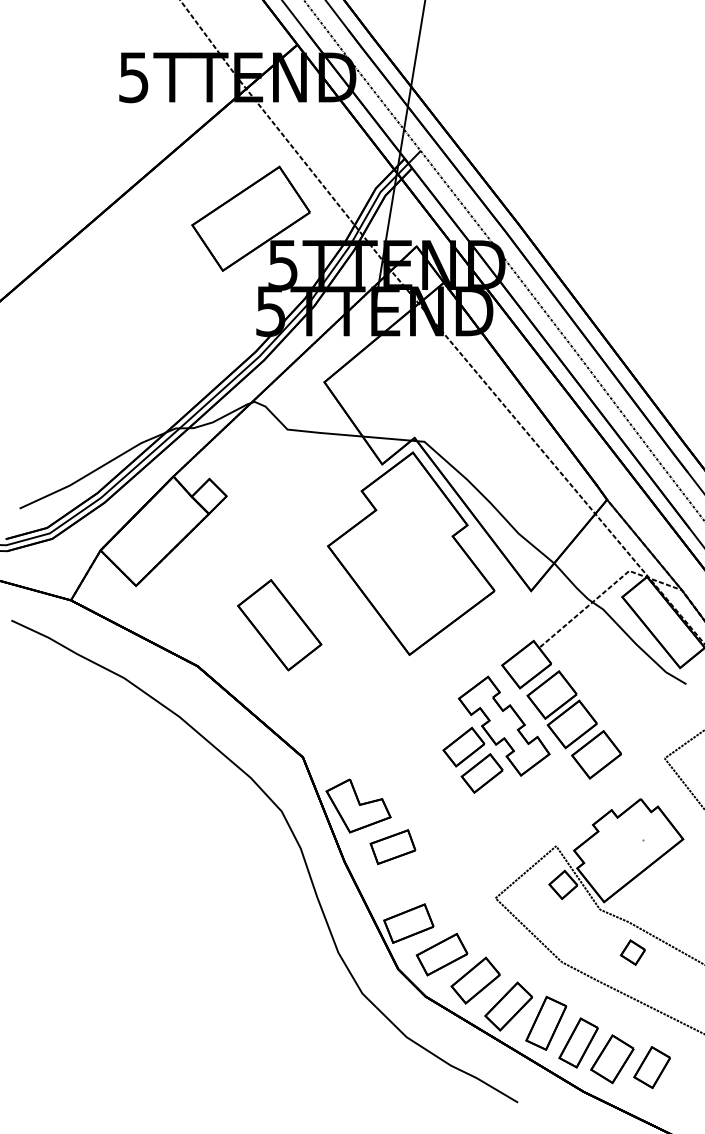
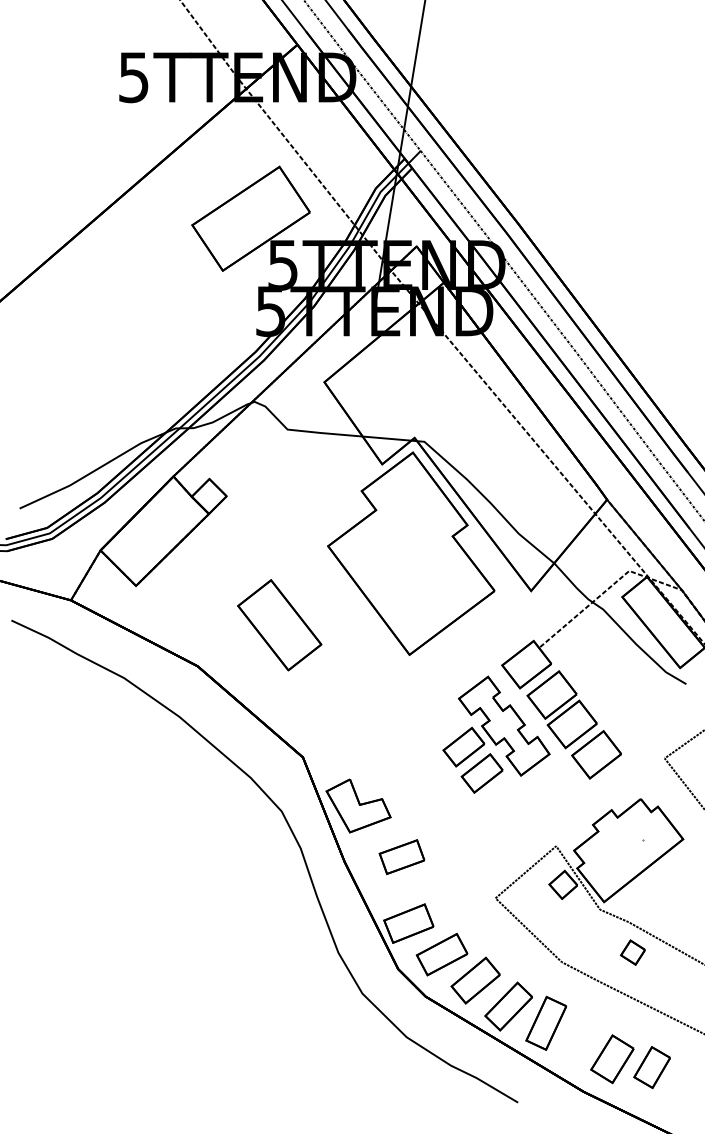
part at (392, 846) position: (392, 846) -> (401, 856)
part at (578, 1042): present -> none
